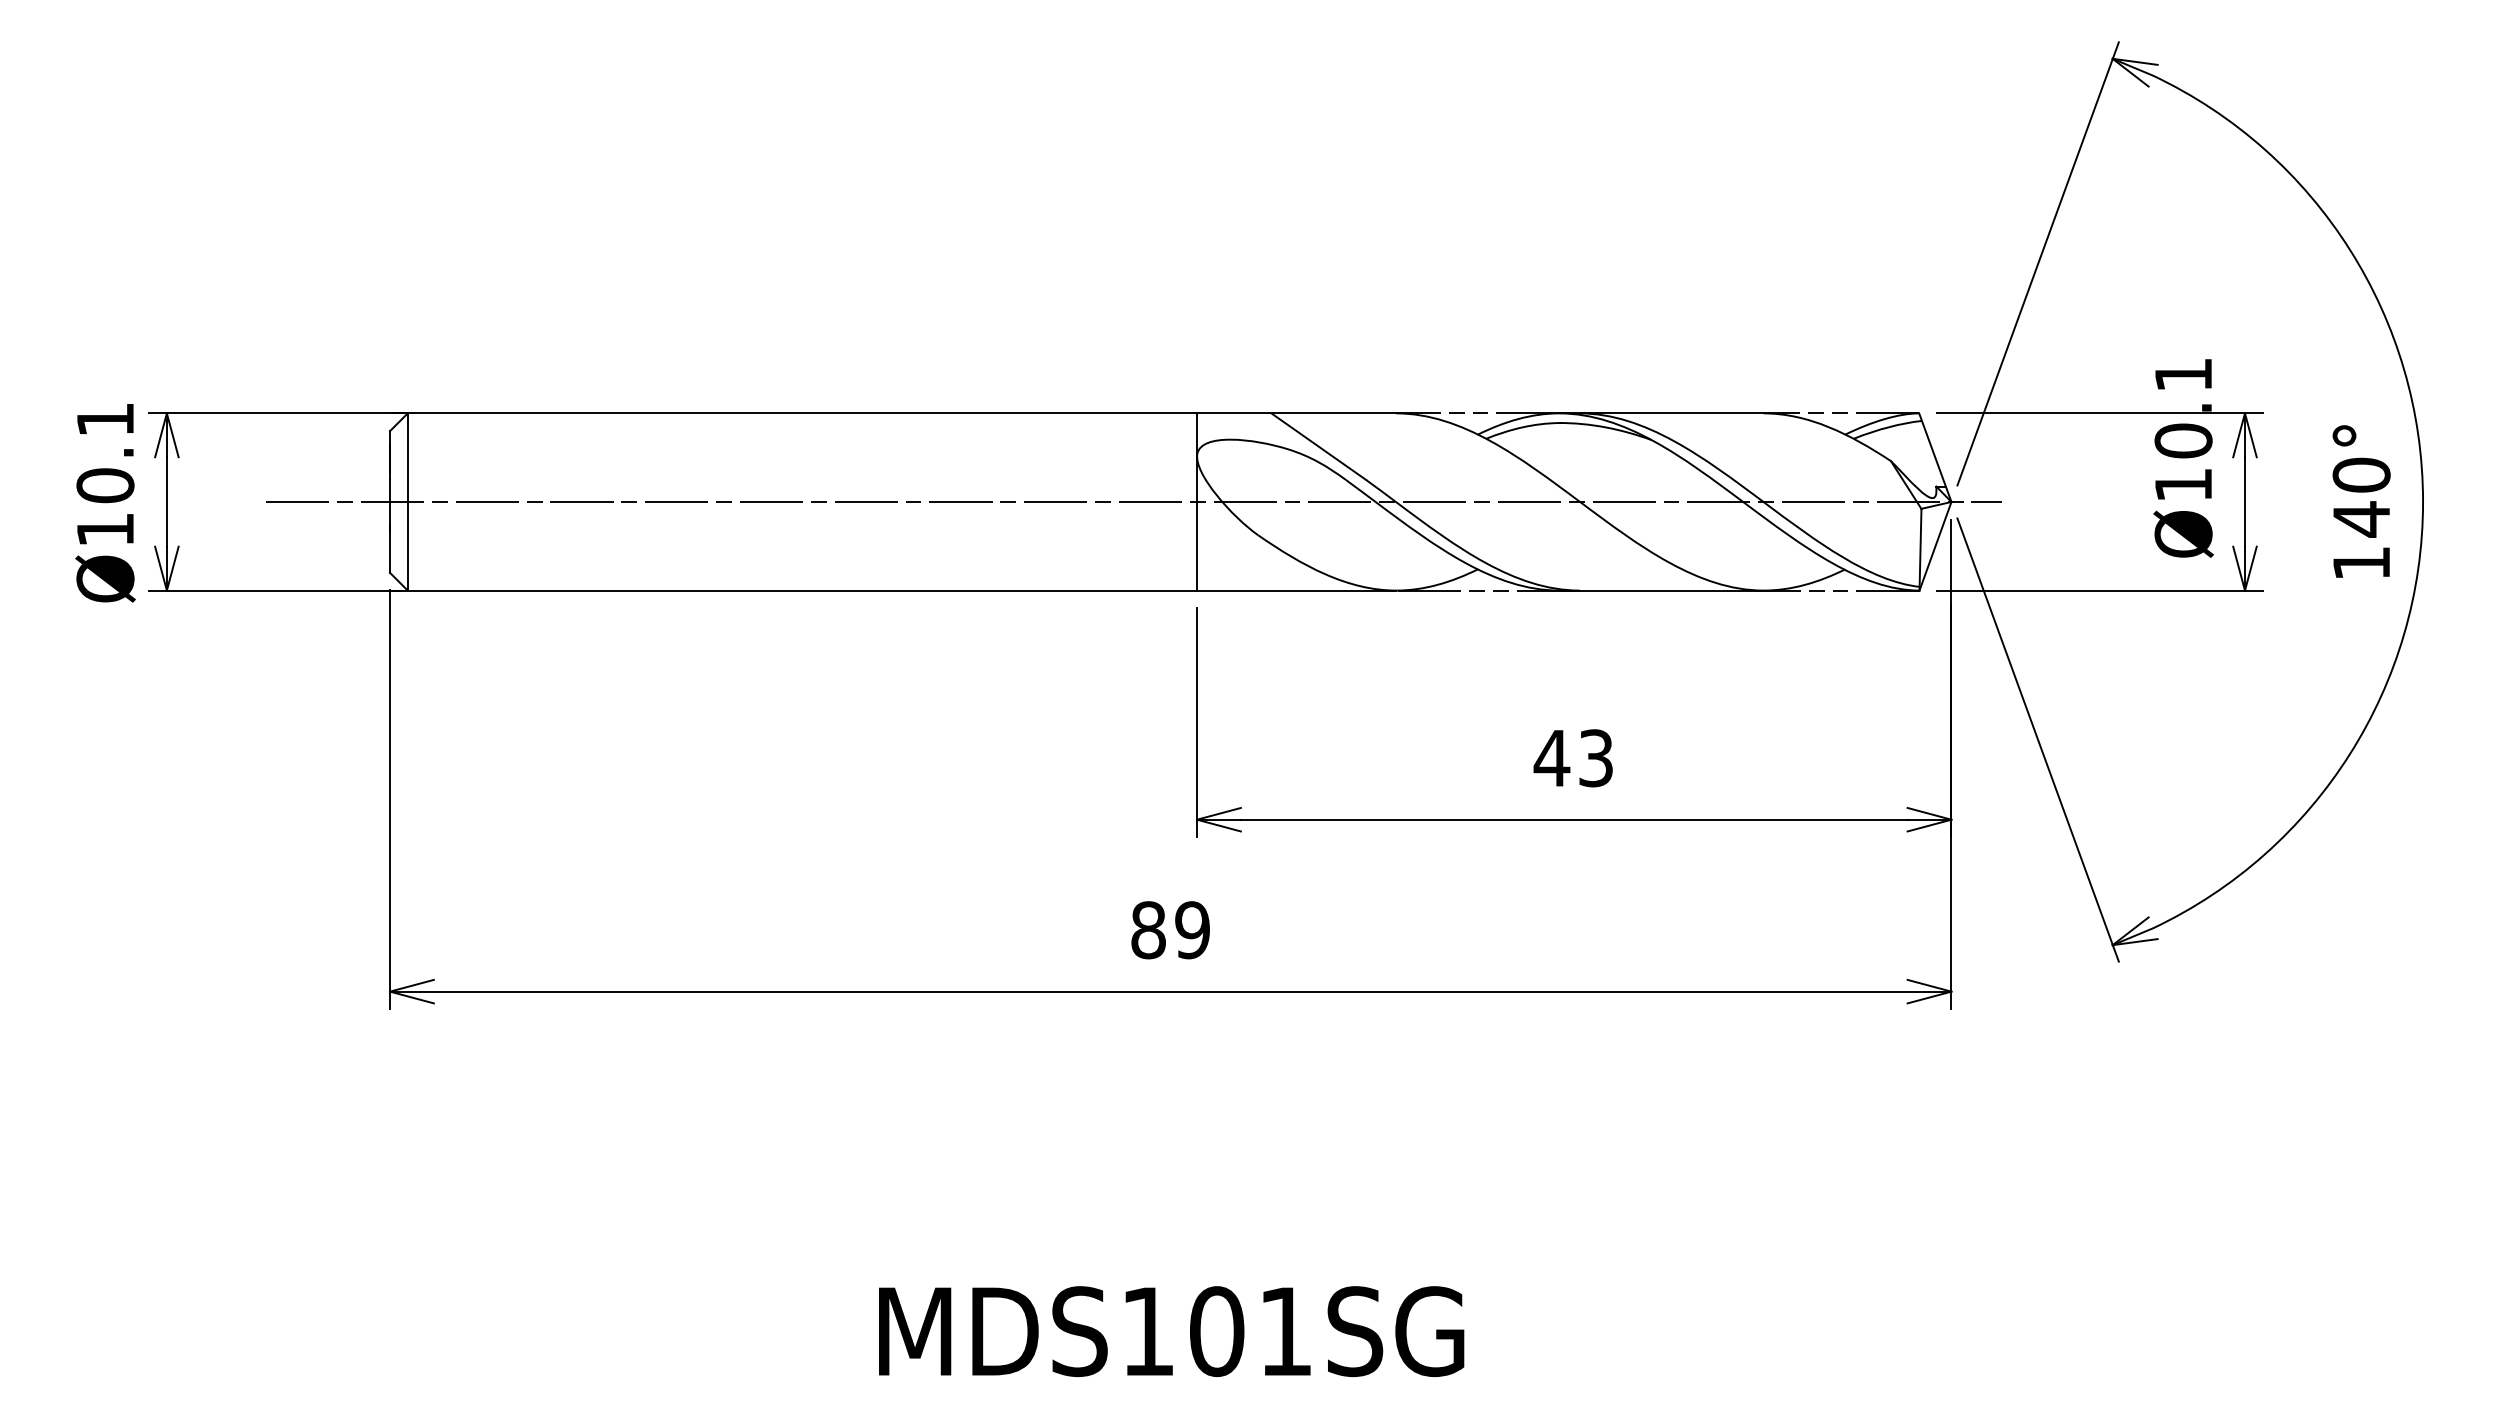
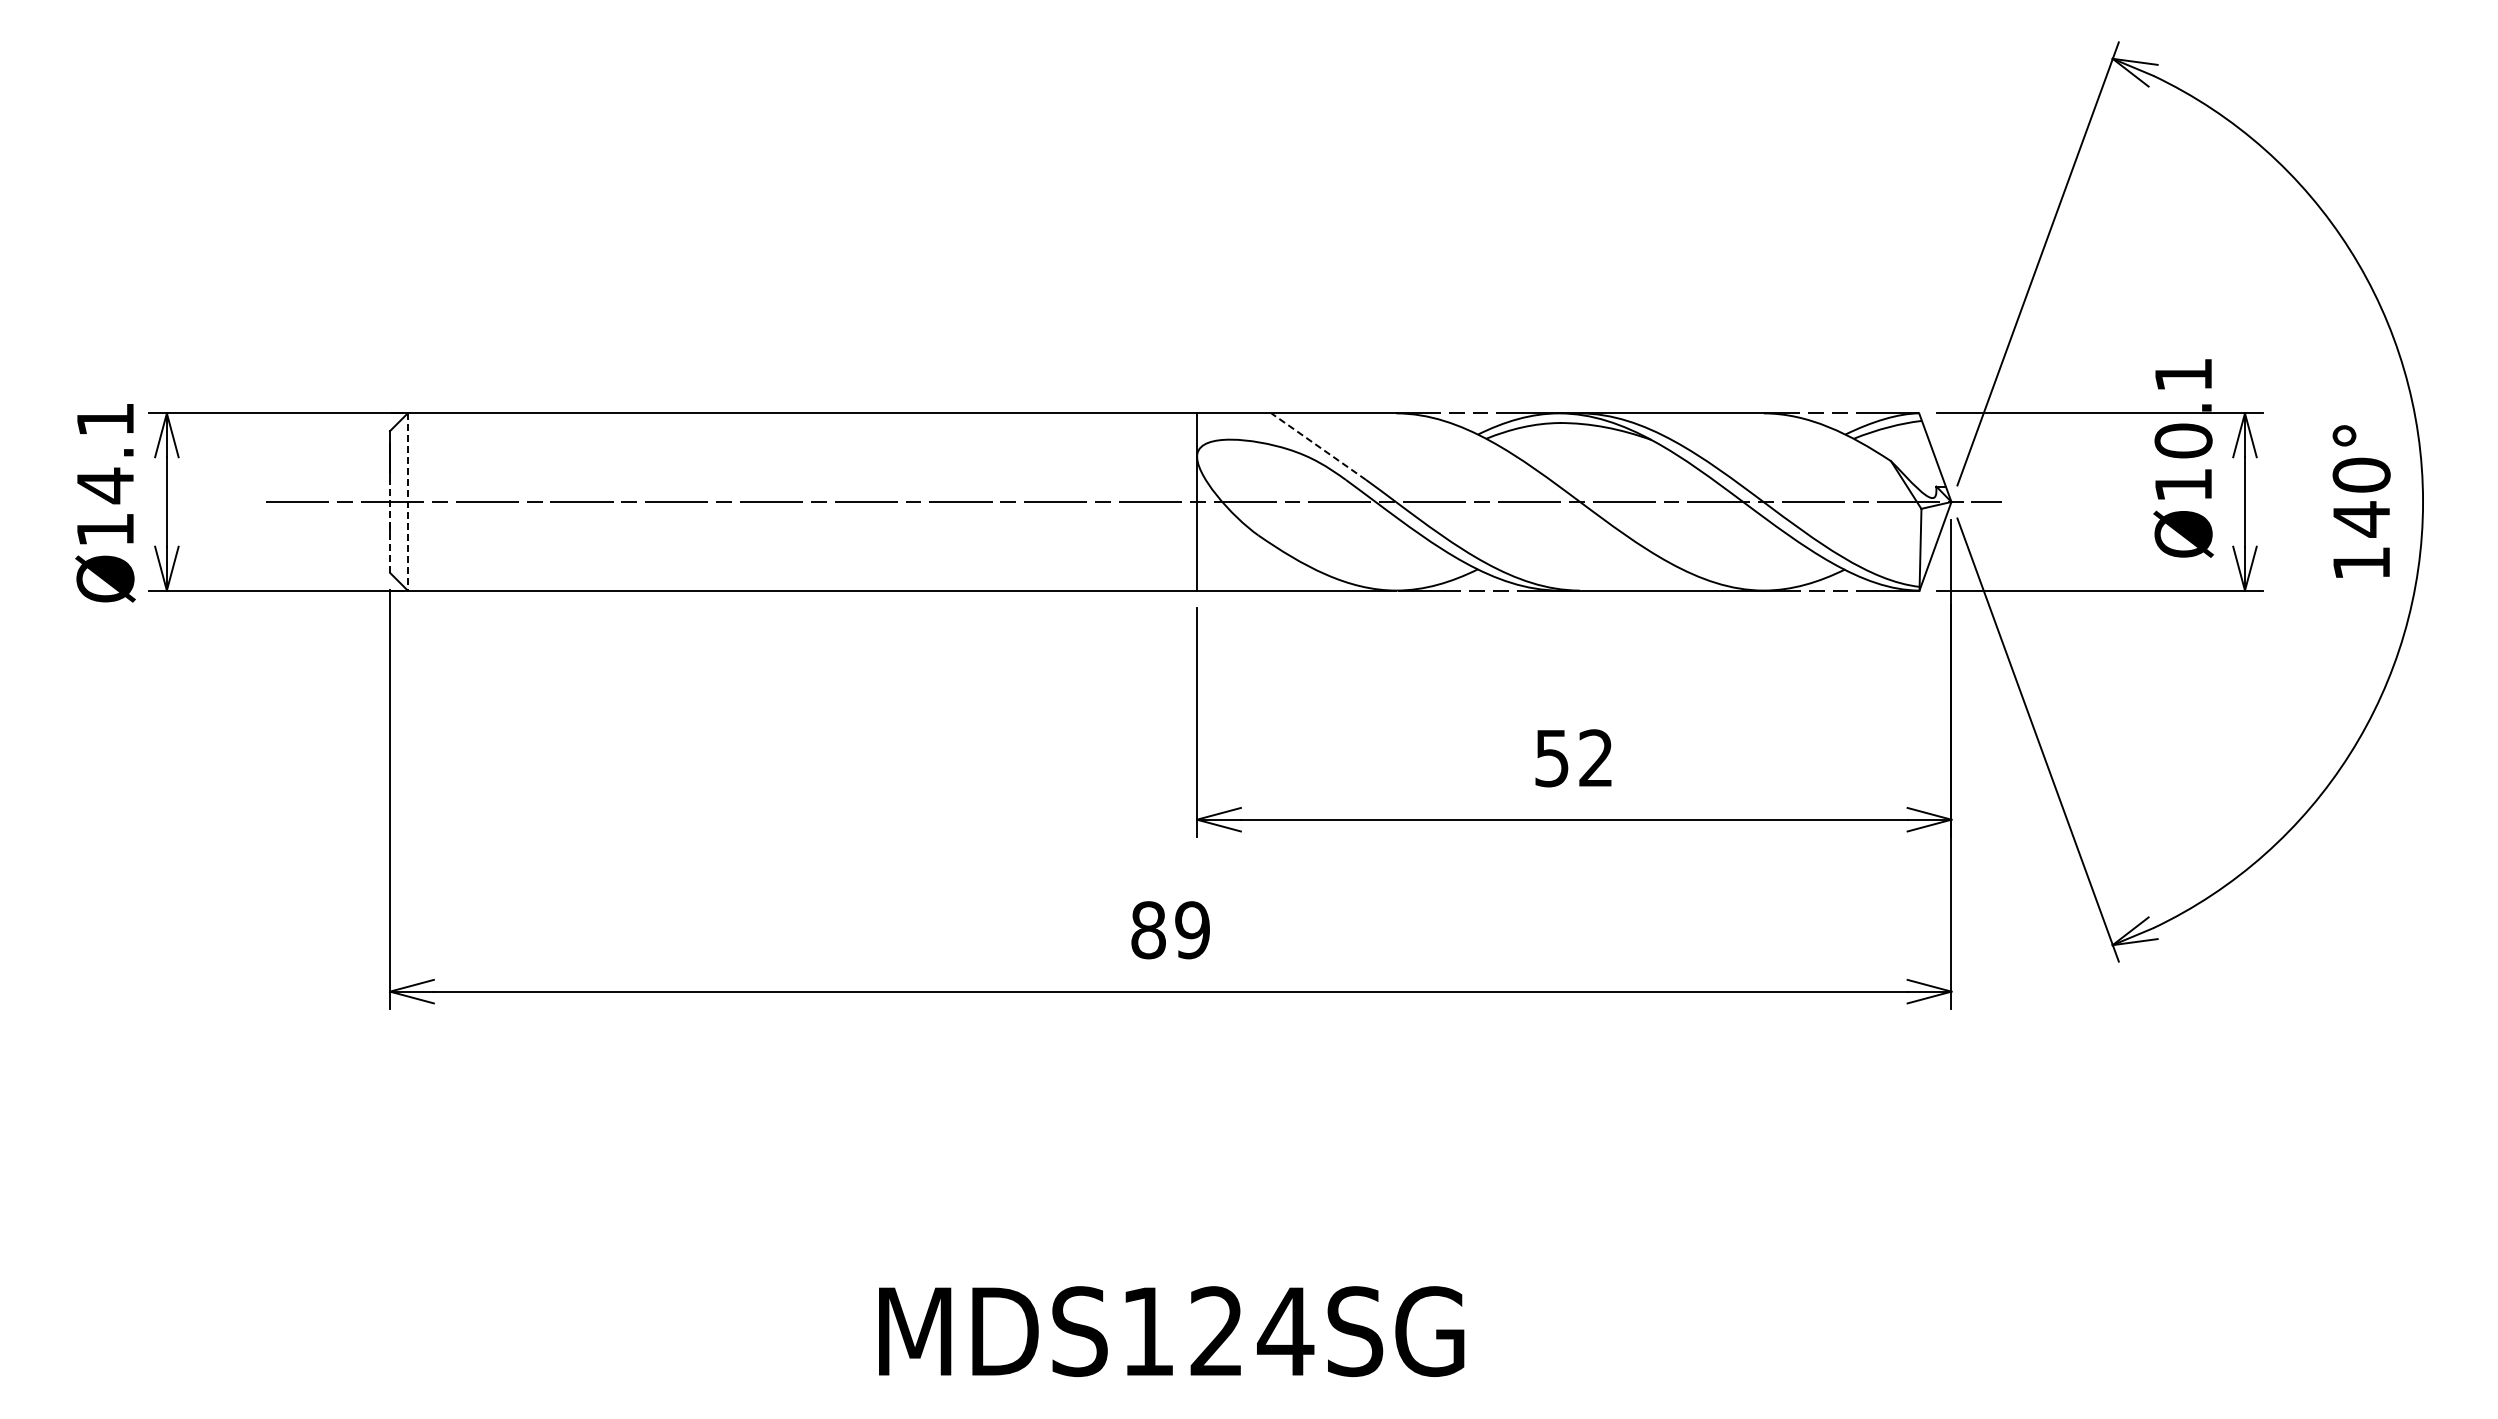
line at (1318, 446): solid -> dashed
text at (105, 485): Ø10.1 -> Ø14.1
line at (407, 501): solid -> dashed
line at (390, 526): solid -> dashed
text at (1572, 758): 43 -> 52
text at (1252, 1331): MDS101SG -> MDS124SG
